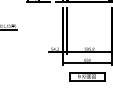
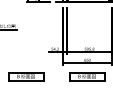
part at (26, 76): none -> present
